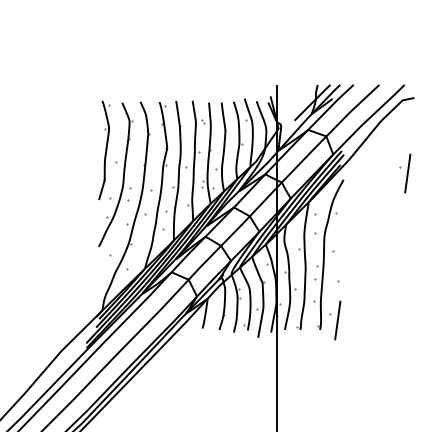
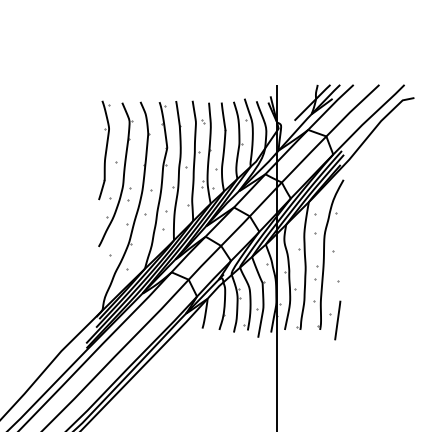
part at (405, 173): present -> none
